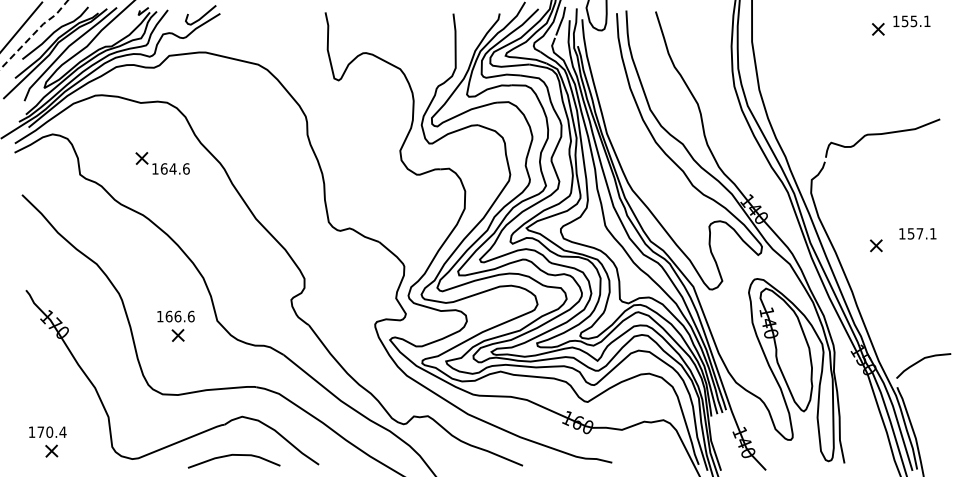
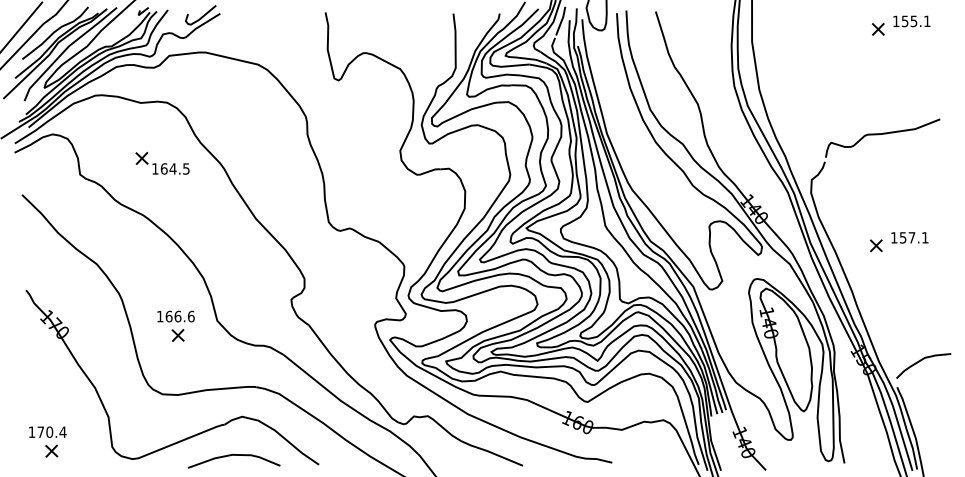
line at (34, 33): dashed -> solid
text at (186, 168): 164.6 -> 164.5
text at (917, 233) position: (917, 233) -> (909, 237)
